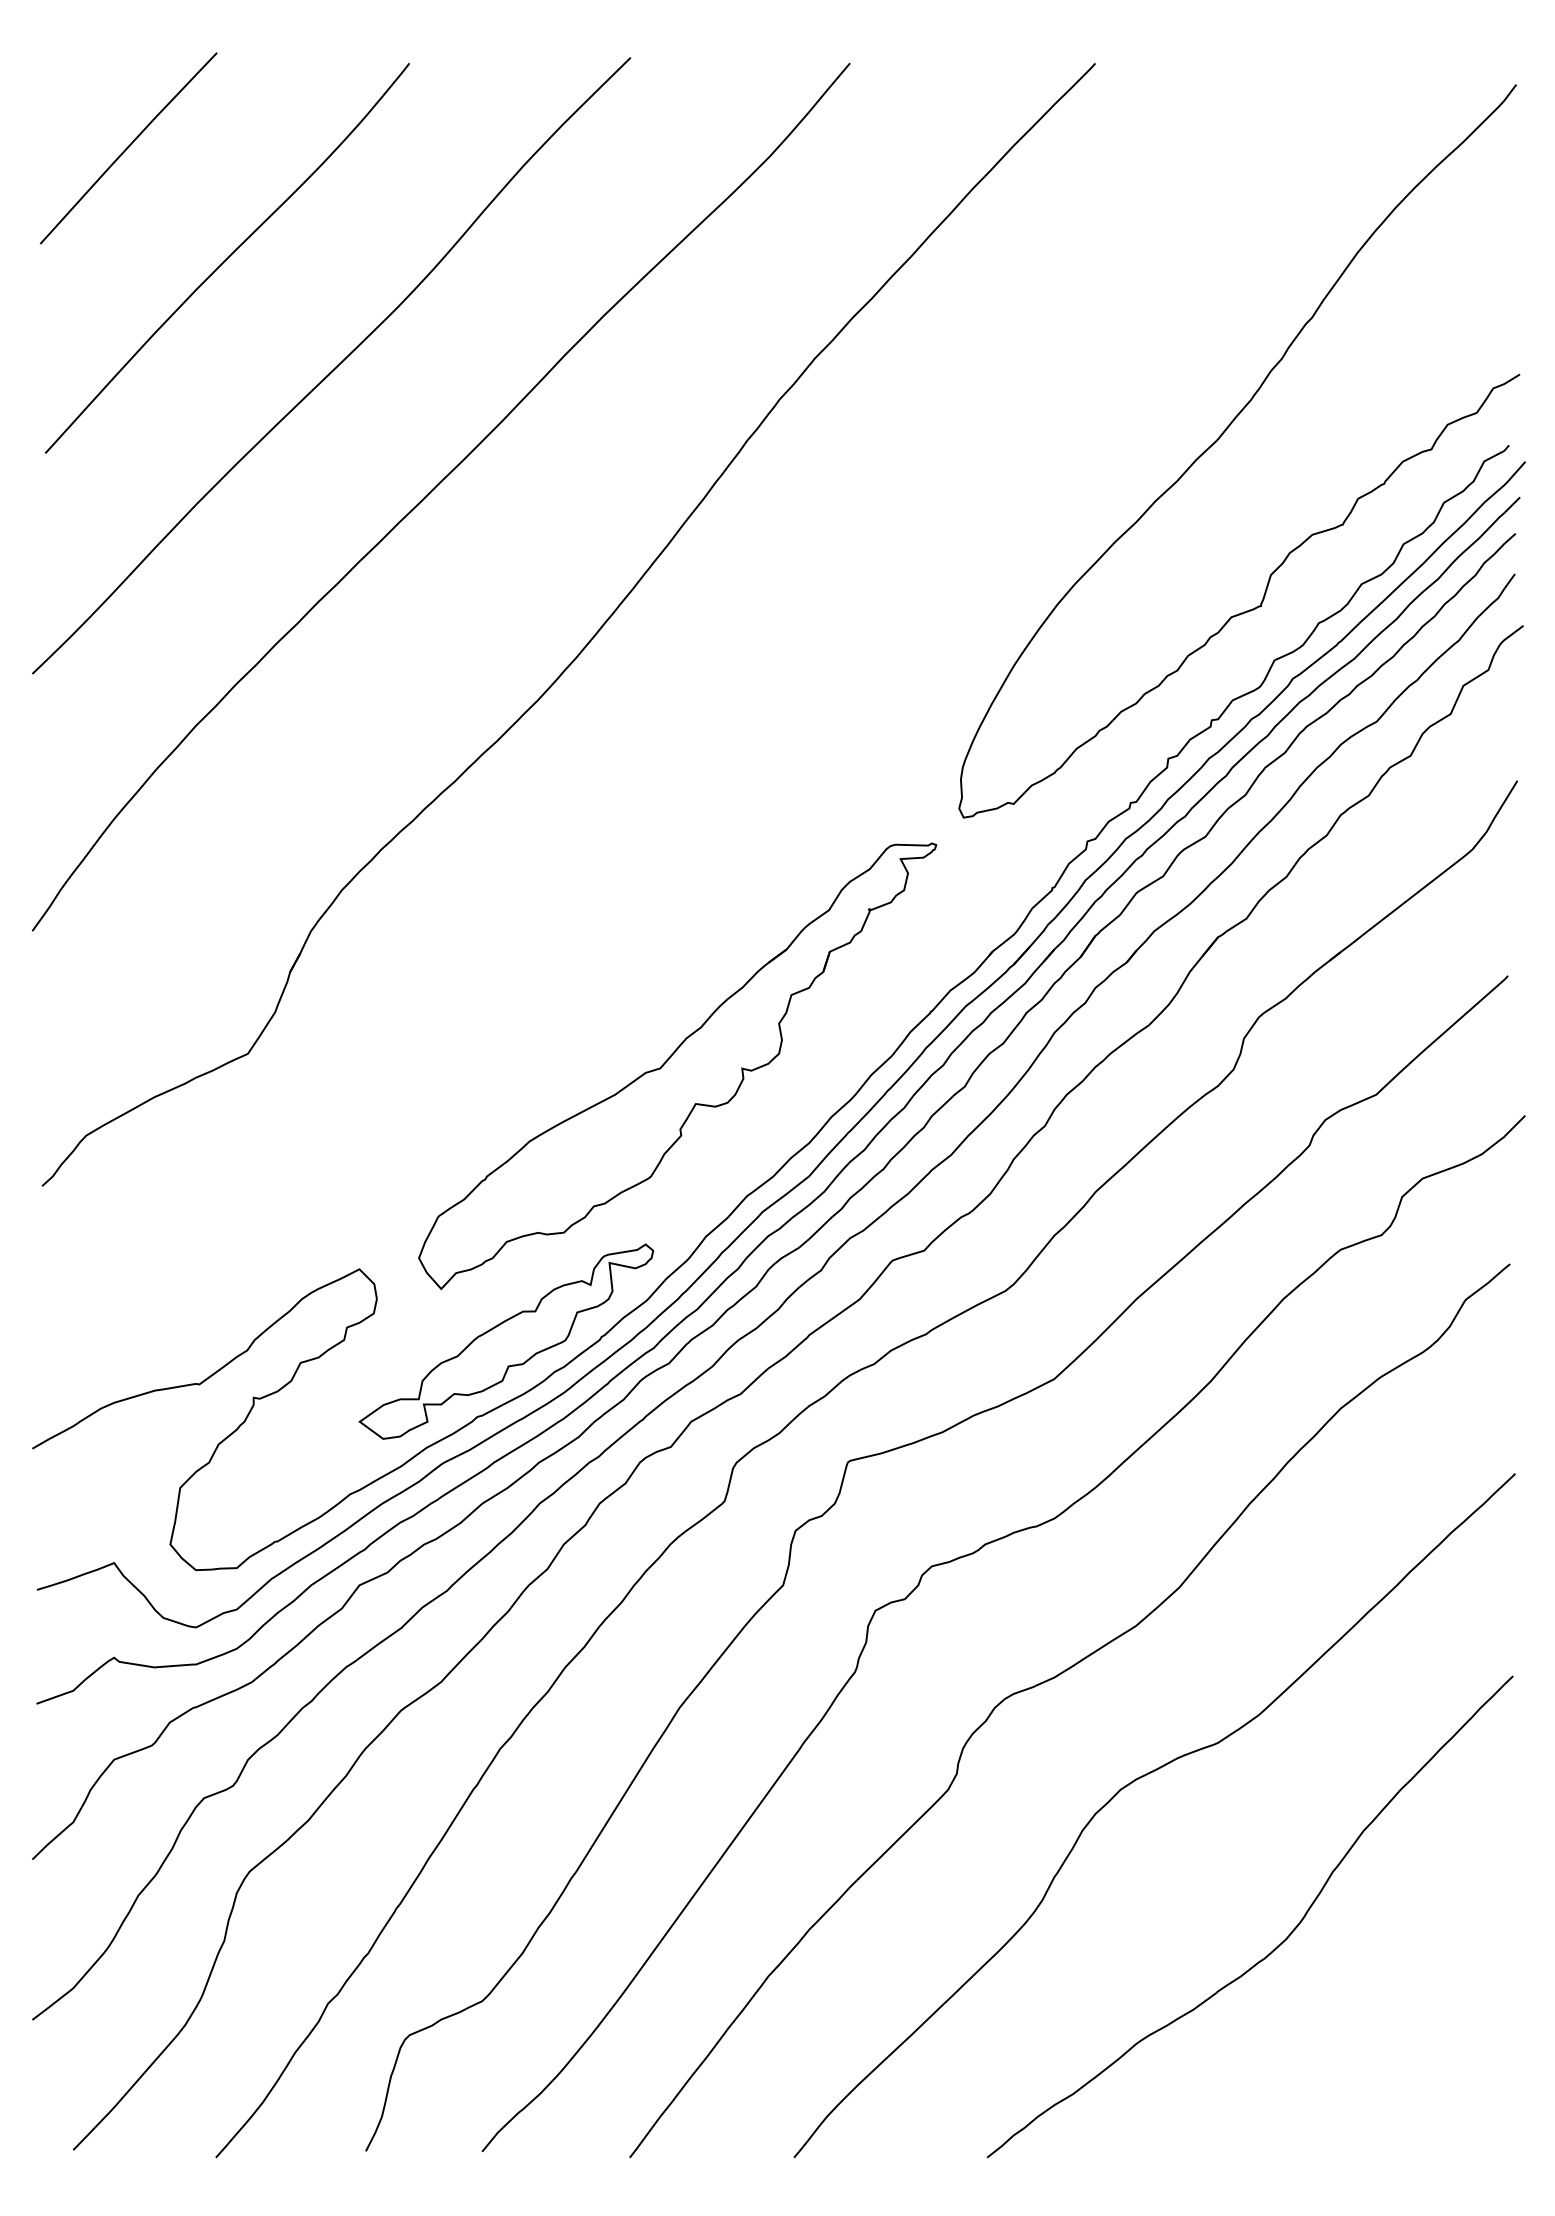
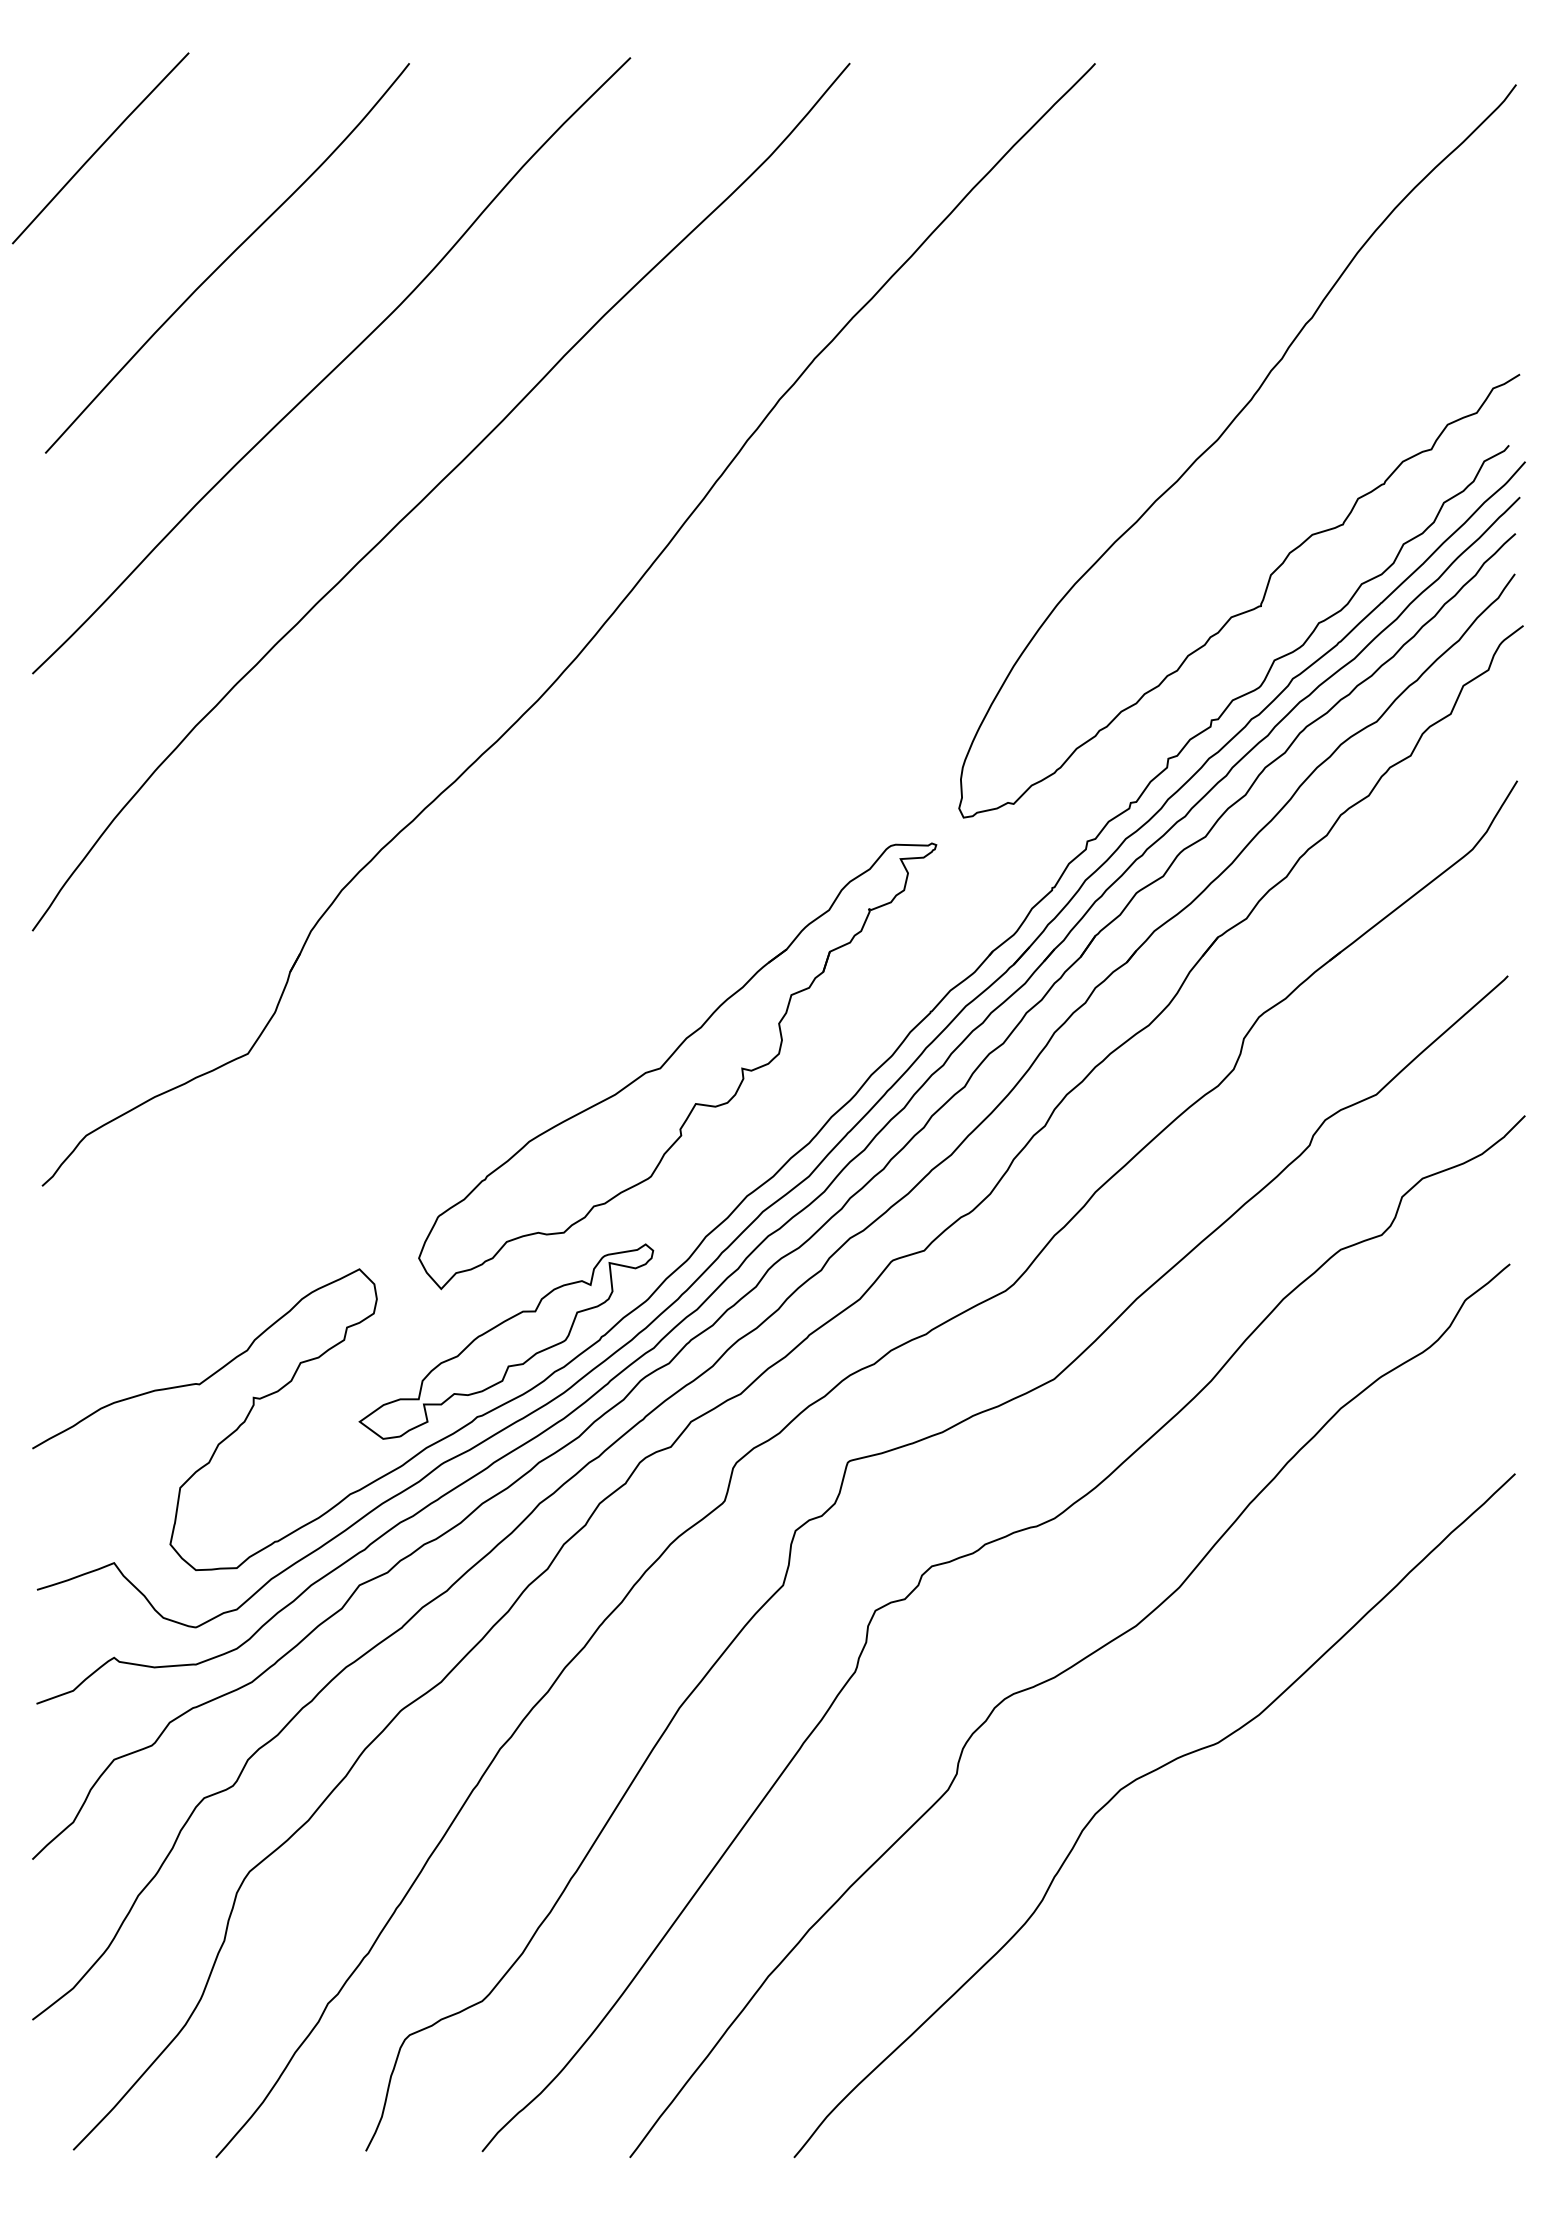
curve at (128, 148) position: (128, 148) -> (100, 148)
curve at (1277, 1945): present -> none
